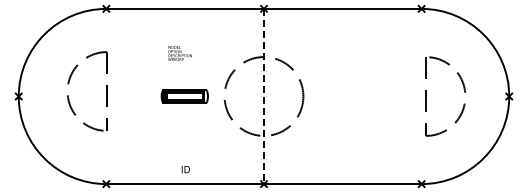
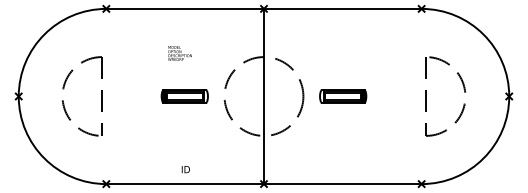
line at (264, 96): dashed -> solid
part at (343, 96): none -> present
part at (69, 98) position: (69, 98) -> (64, 103)
